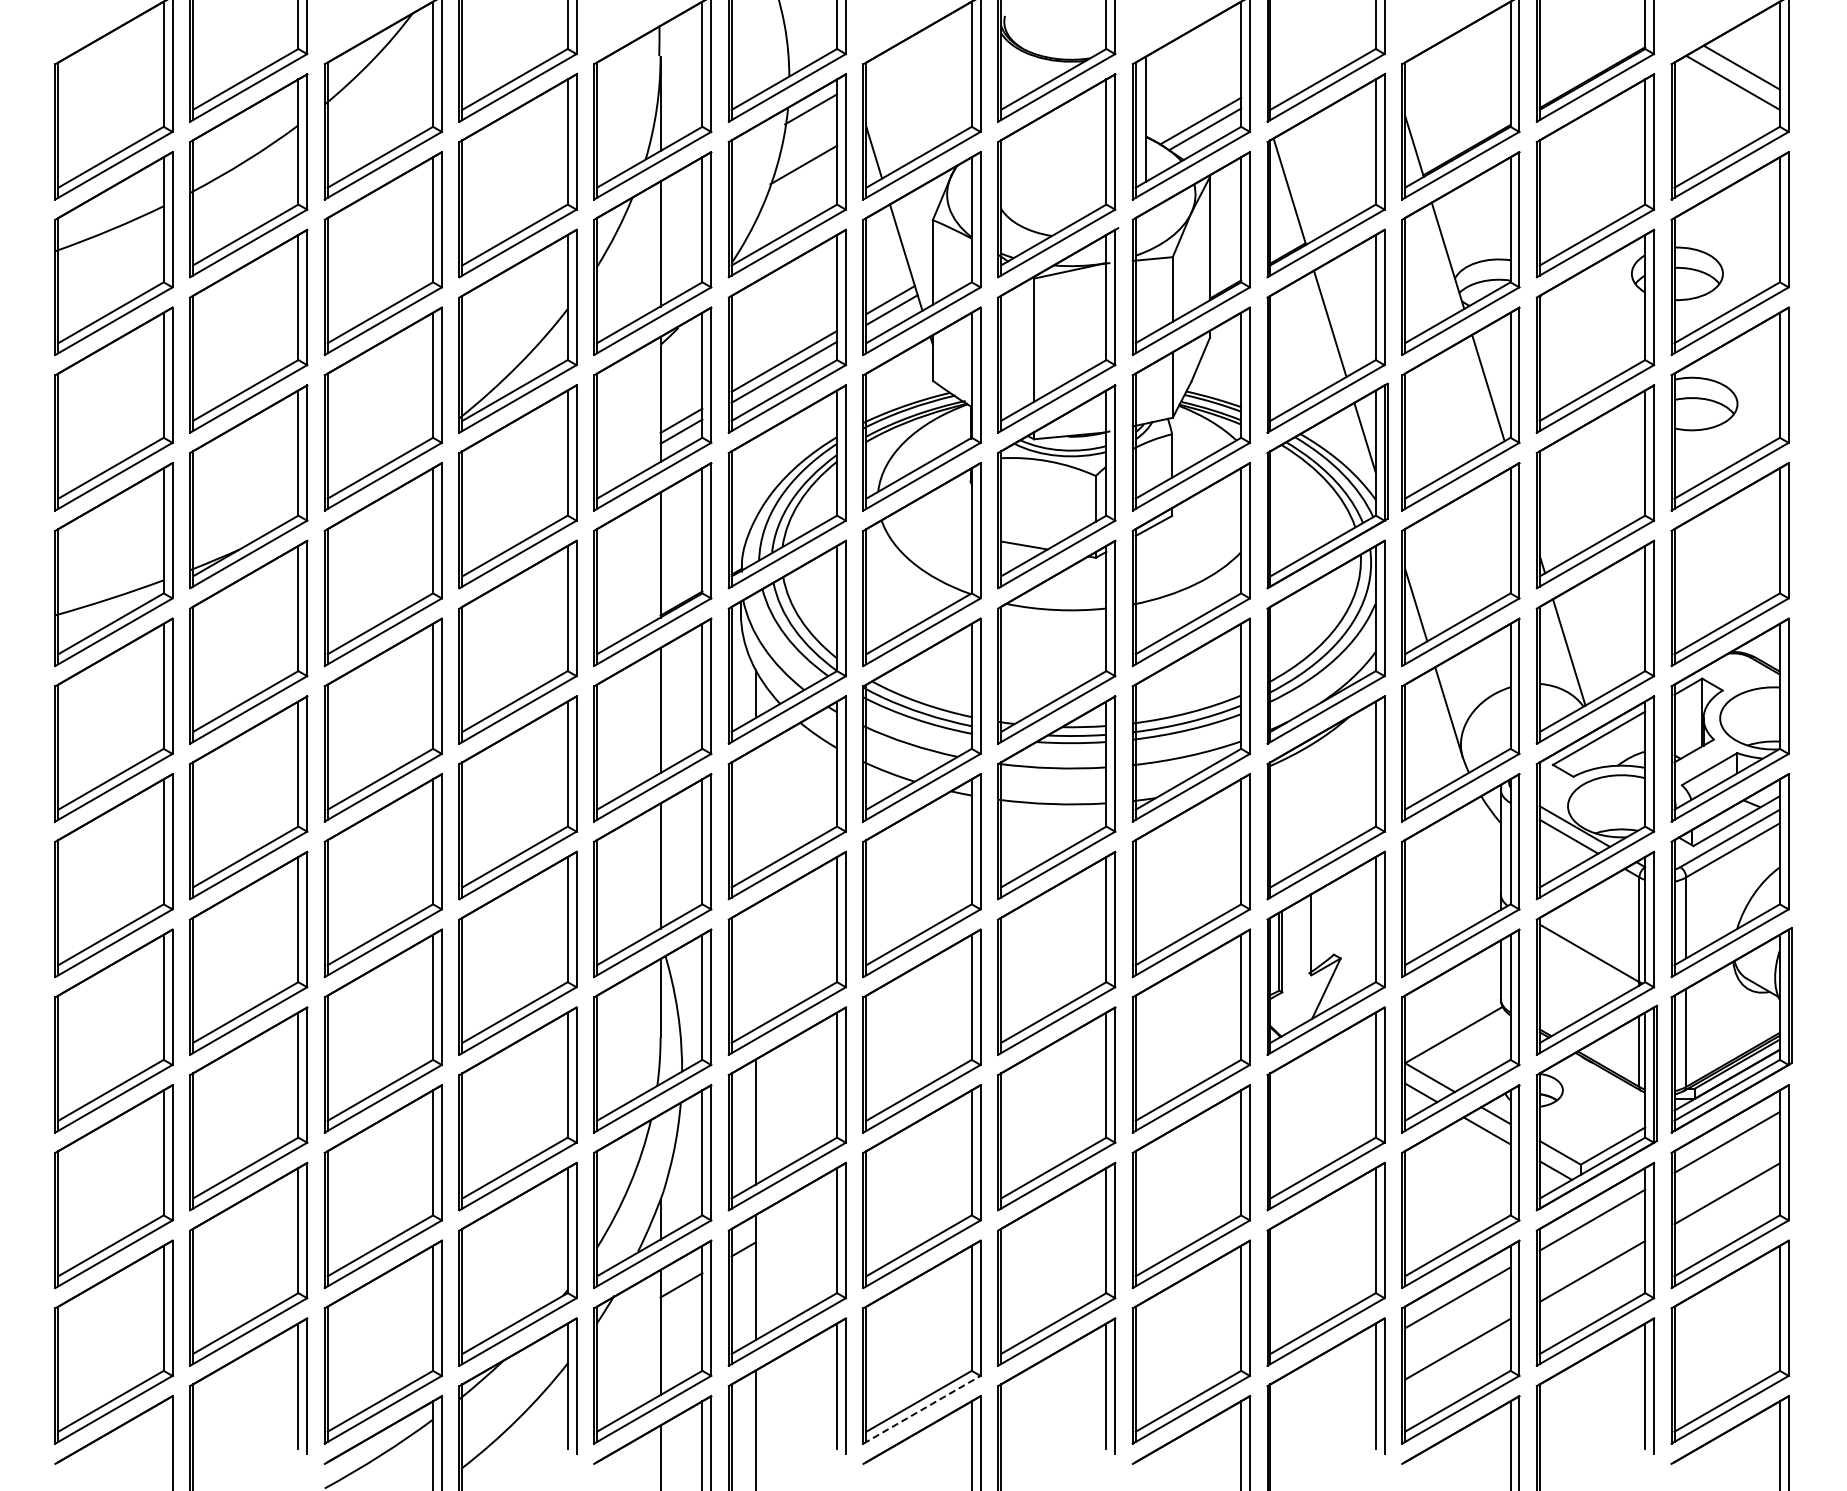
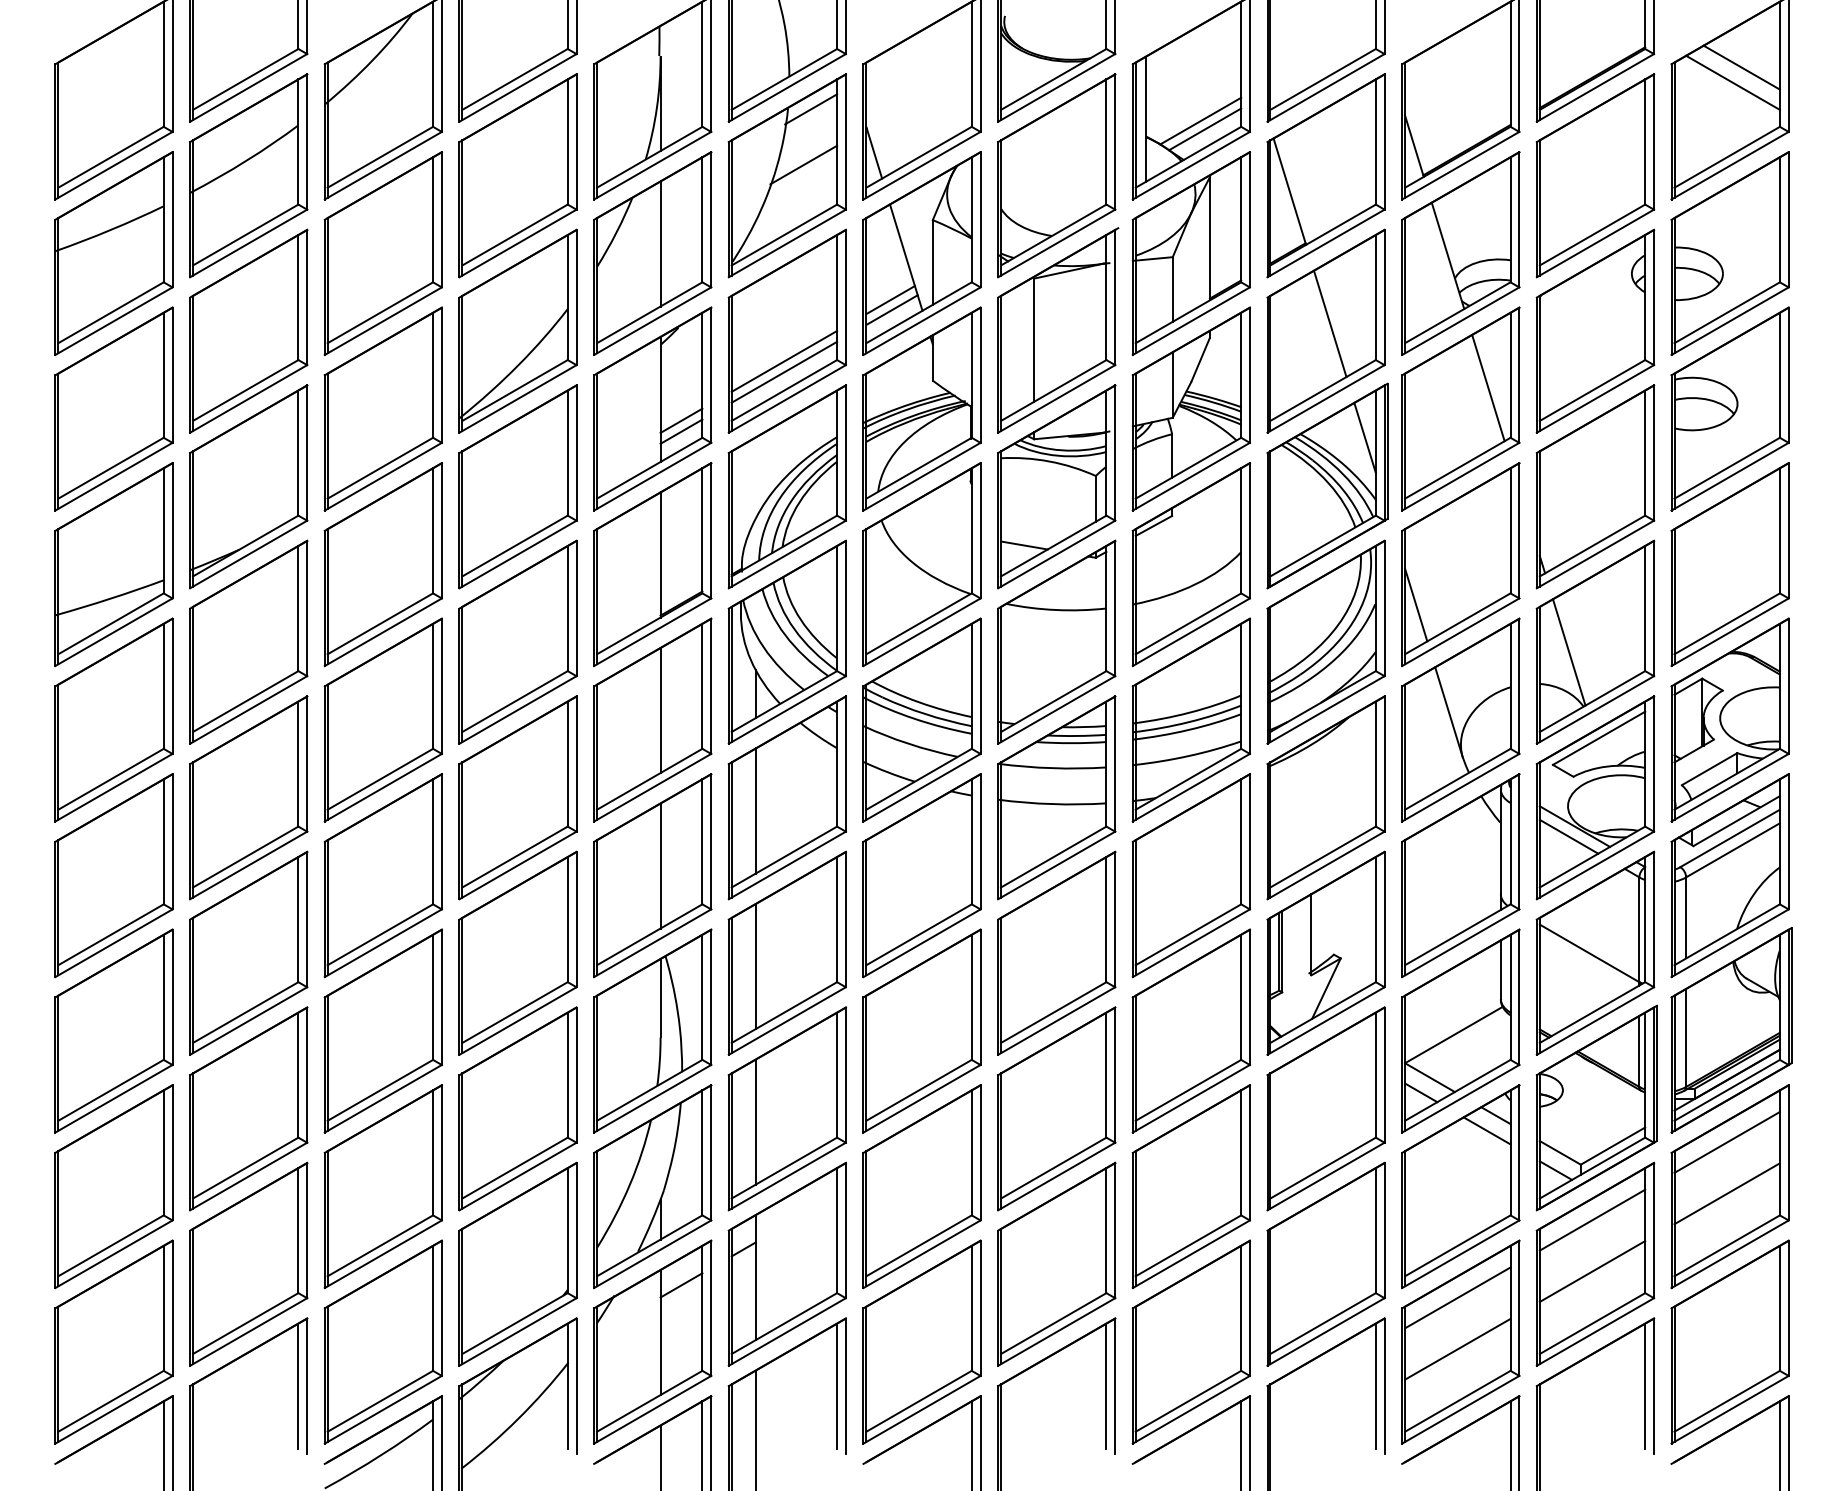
line at (755, 810): none -> present
line at (755, 966): none -> present
line at (922, 1409): dashed -> solid
line at (163, 1444): none -> present
